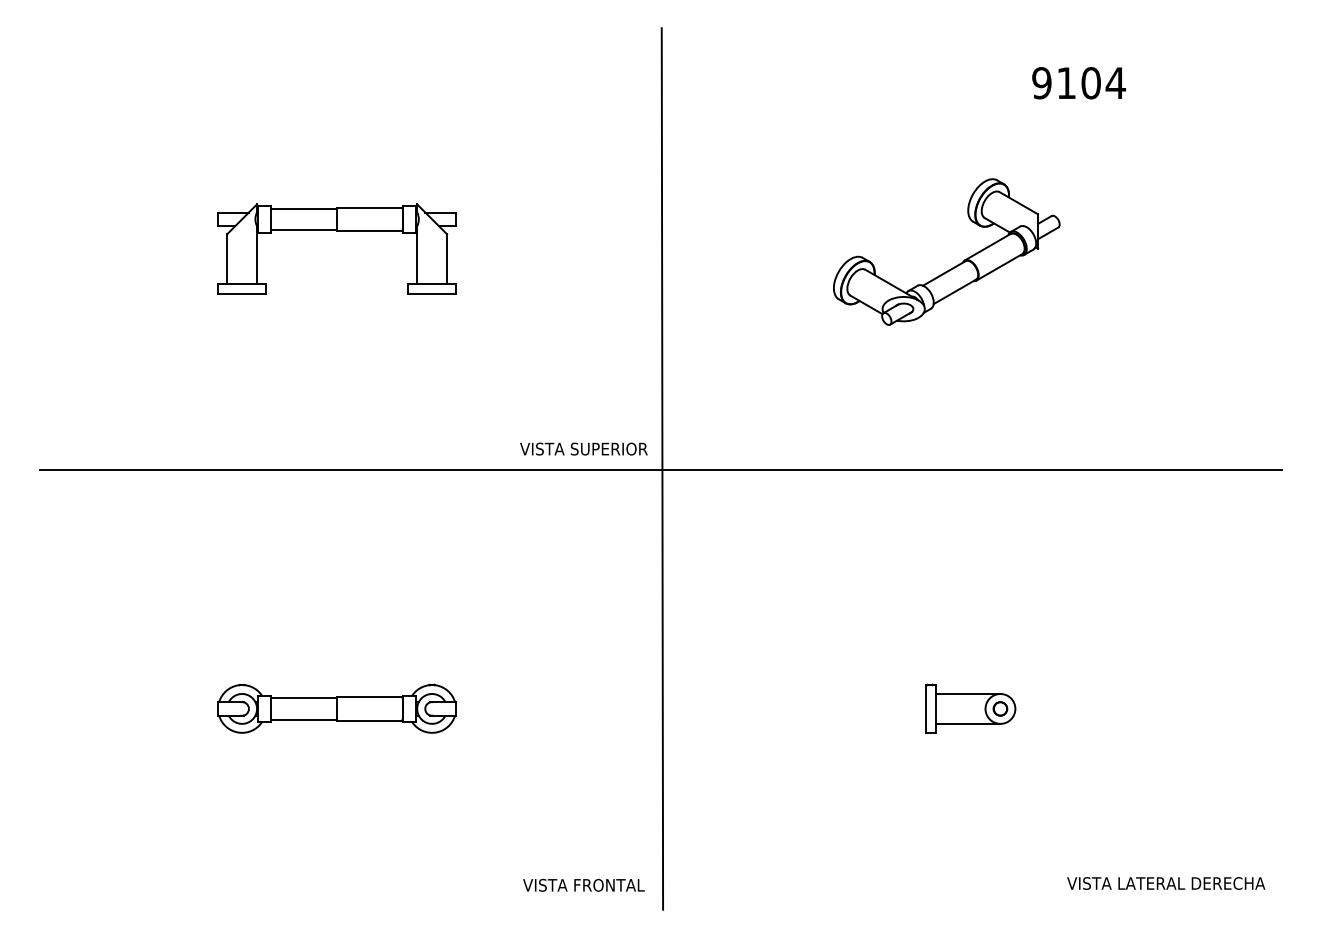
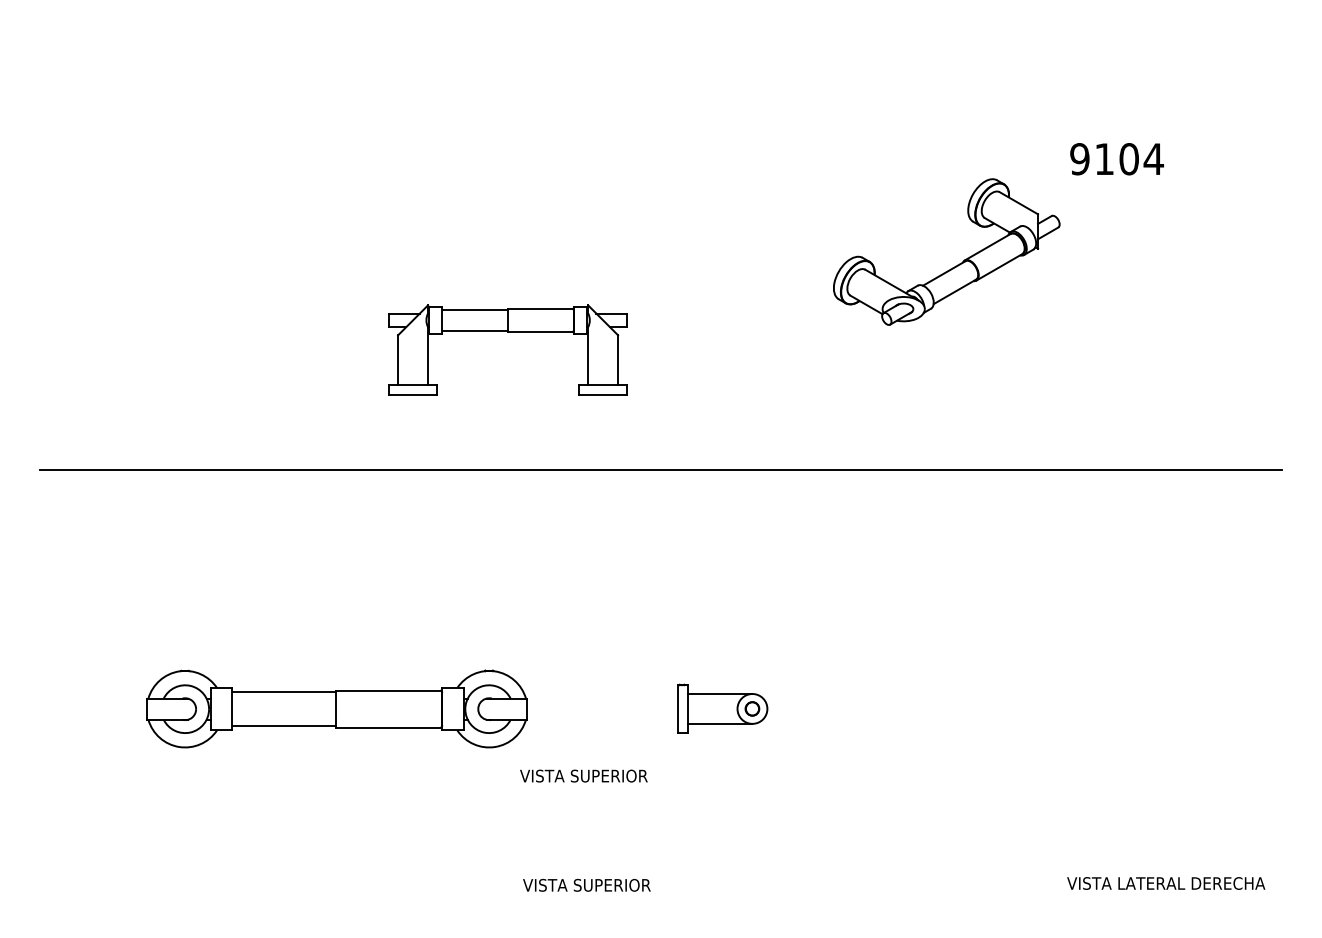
text at (1078, 83) position: (1078, 83) -> (1116, 159)
part at (336, 231) position: (336, 231) -> (507, 332)
text at (583, 448) position: (583, 448) -> (583, 775)
line at (662, 468): present -> none
part at (336, 708) size: 240x51 px -> 382x80 px
part at (970, 708) position: (970, 708) -> (722, 708)
text at (611, 884): VISTA FRONTAL -> VISTA SUPERIOR
